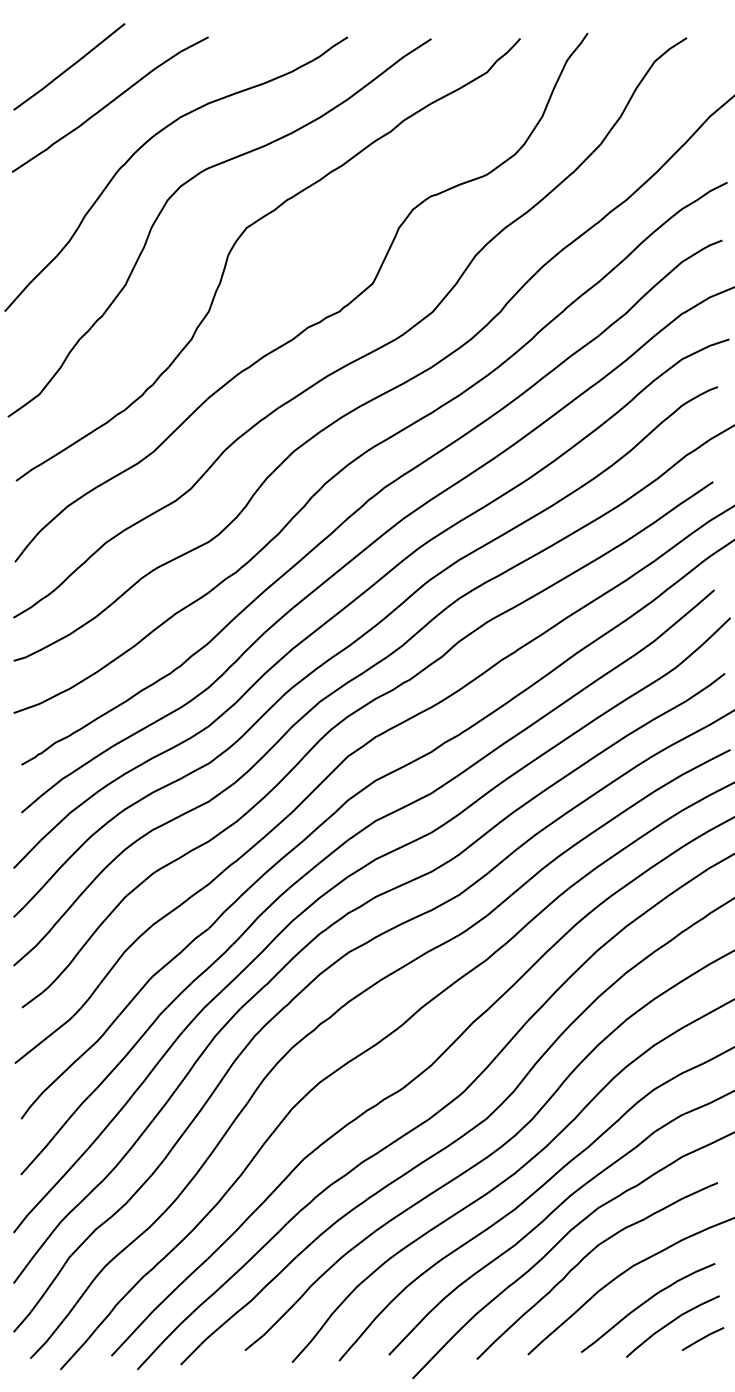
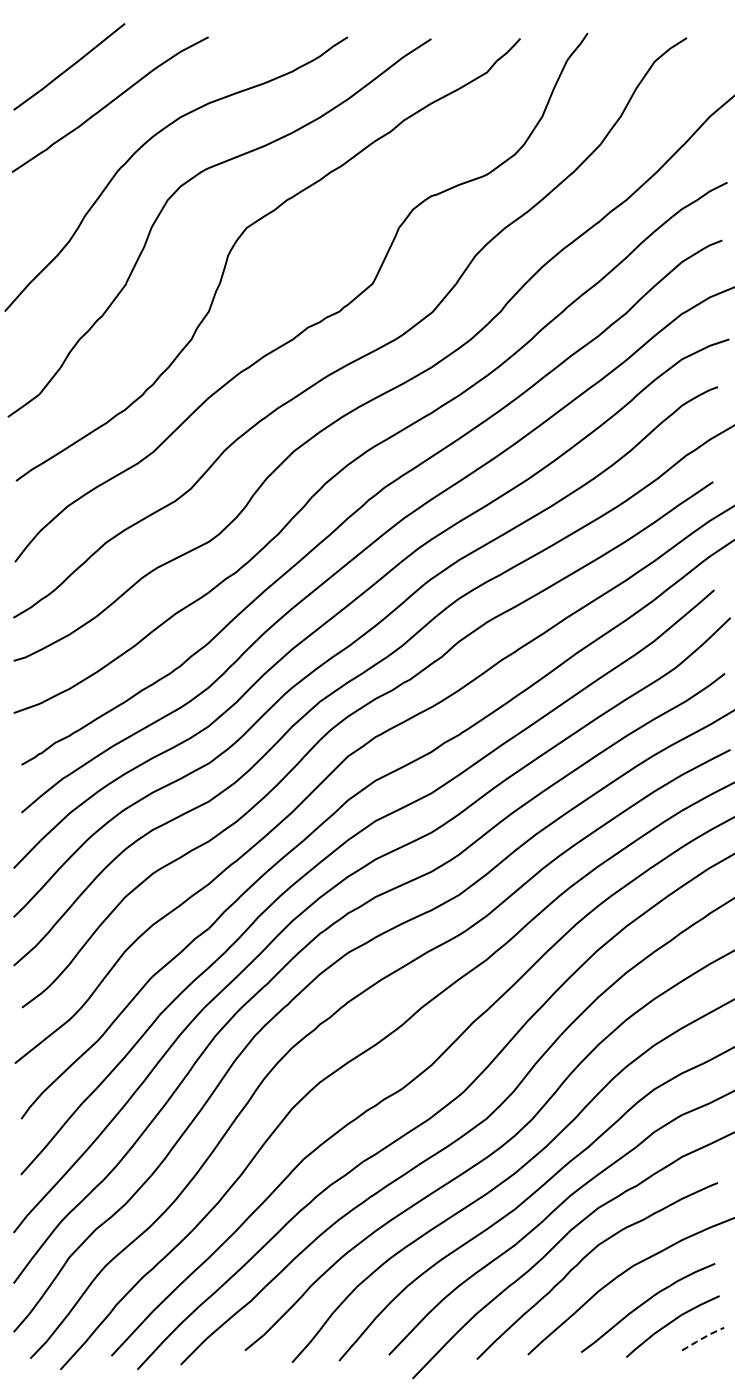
line at (703, 1338): solid -> dashed
